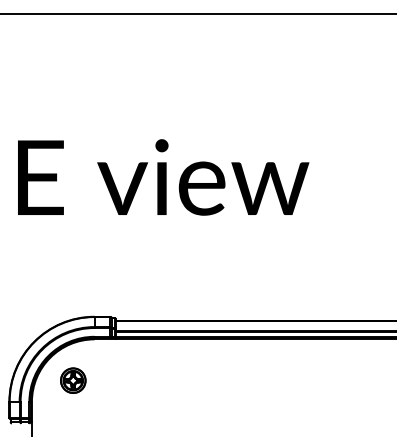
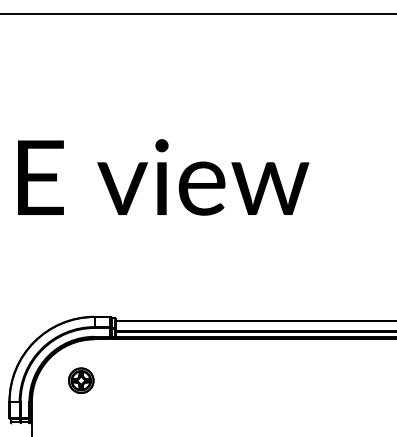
part at (73, 380) position: (73, 380) -> (81, 380)
